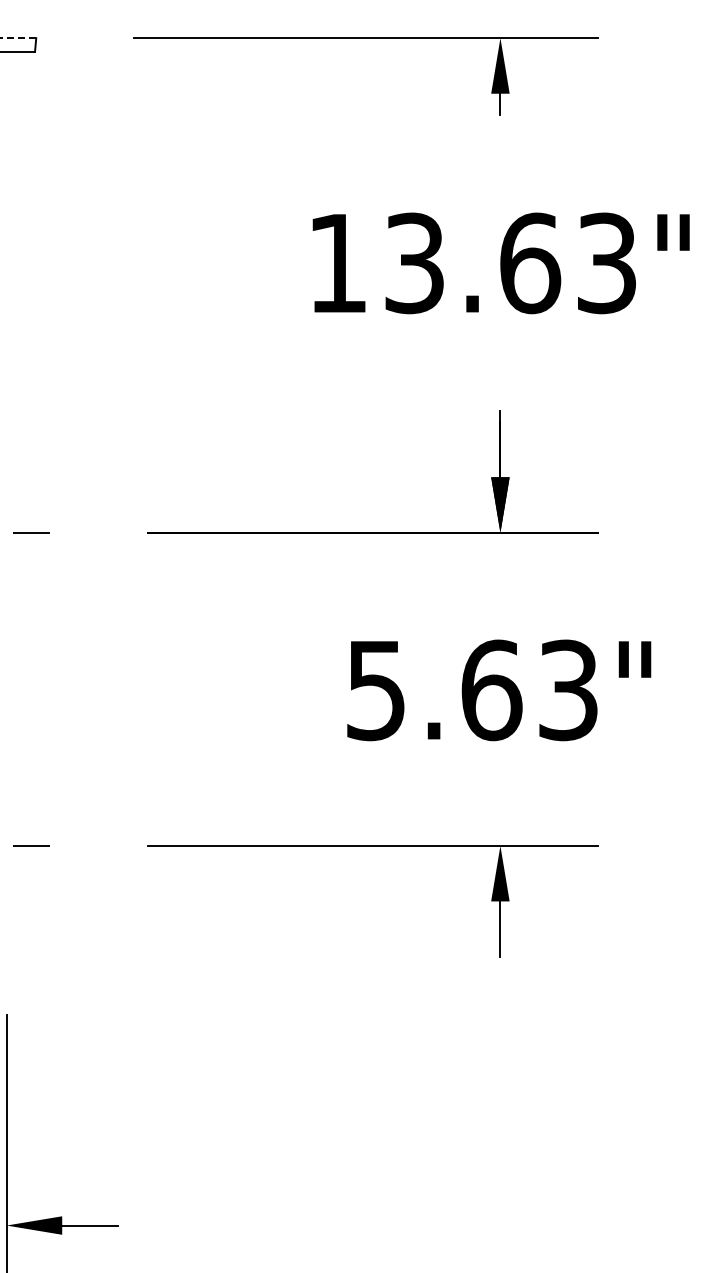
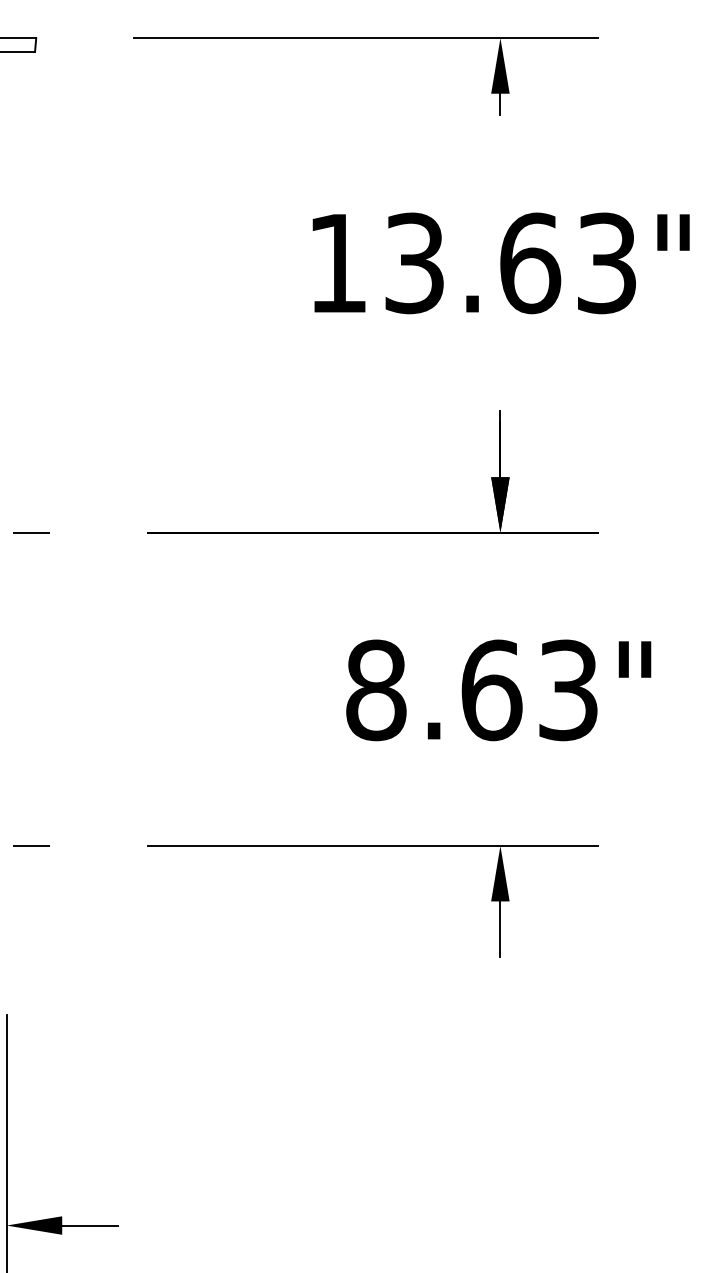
line at (18, 38): dashed -> solid
text at (376, 690): 5.63" -> 8.63"
